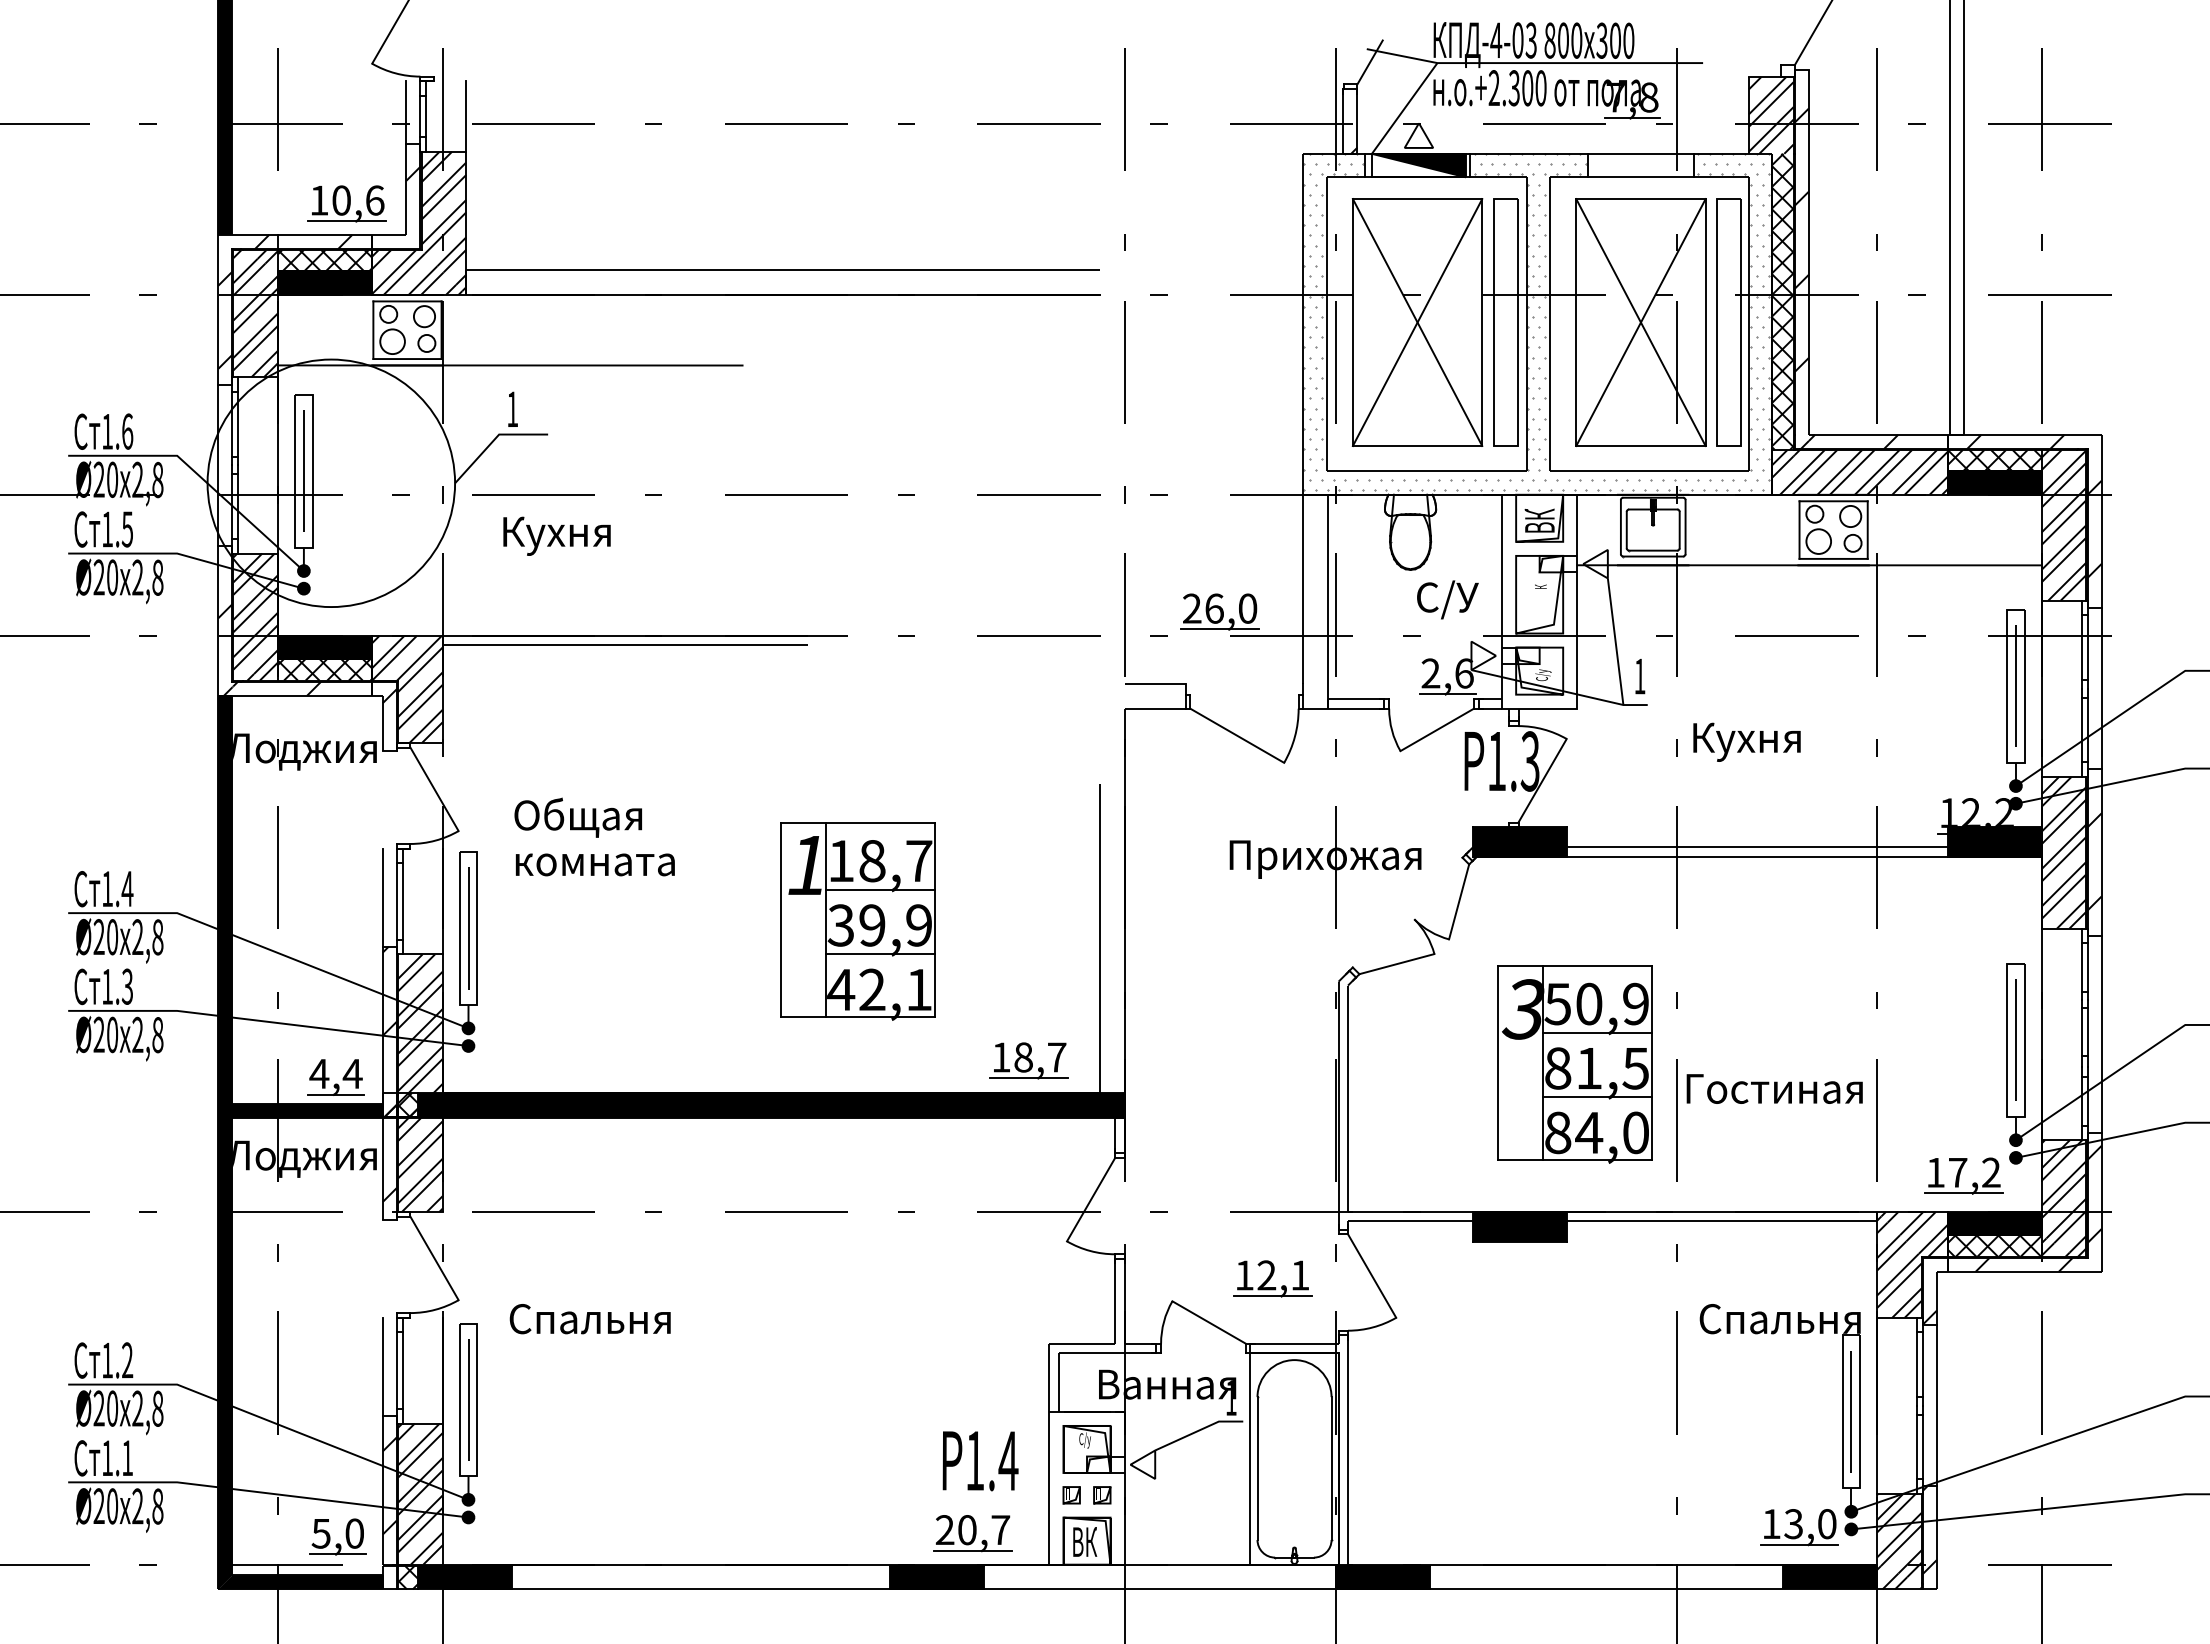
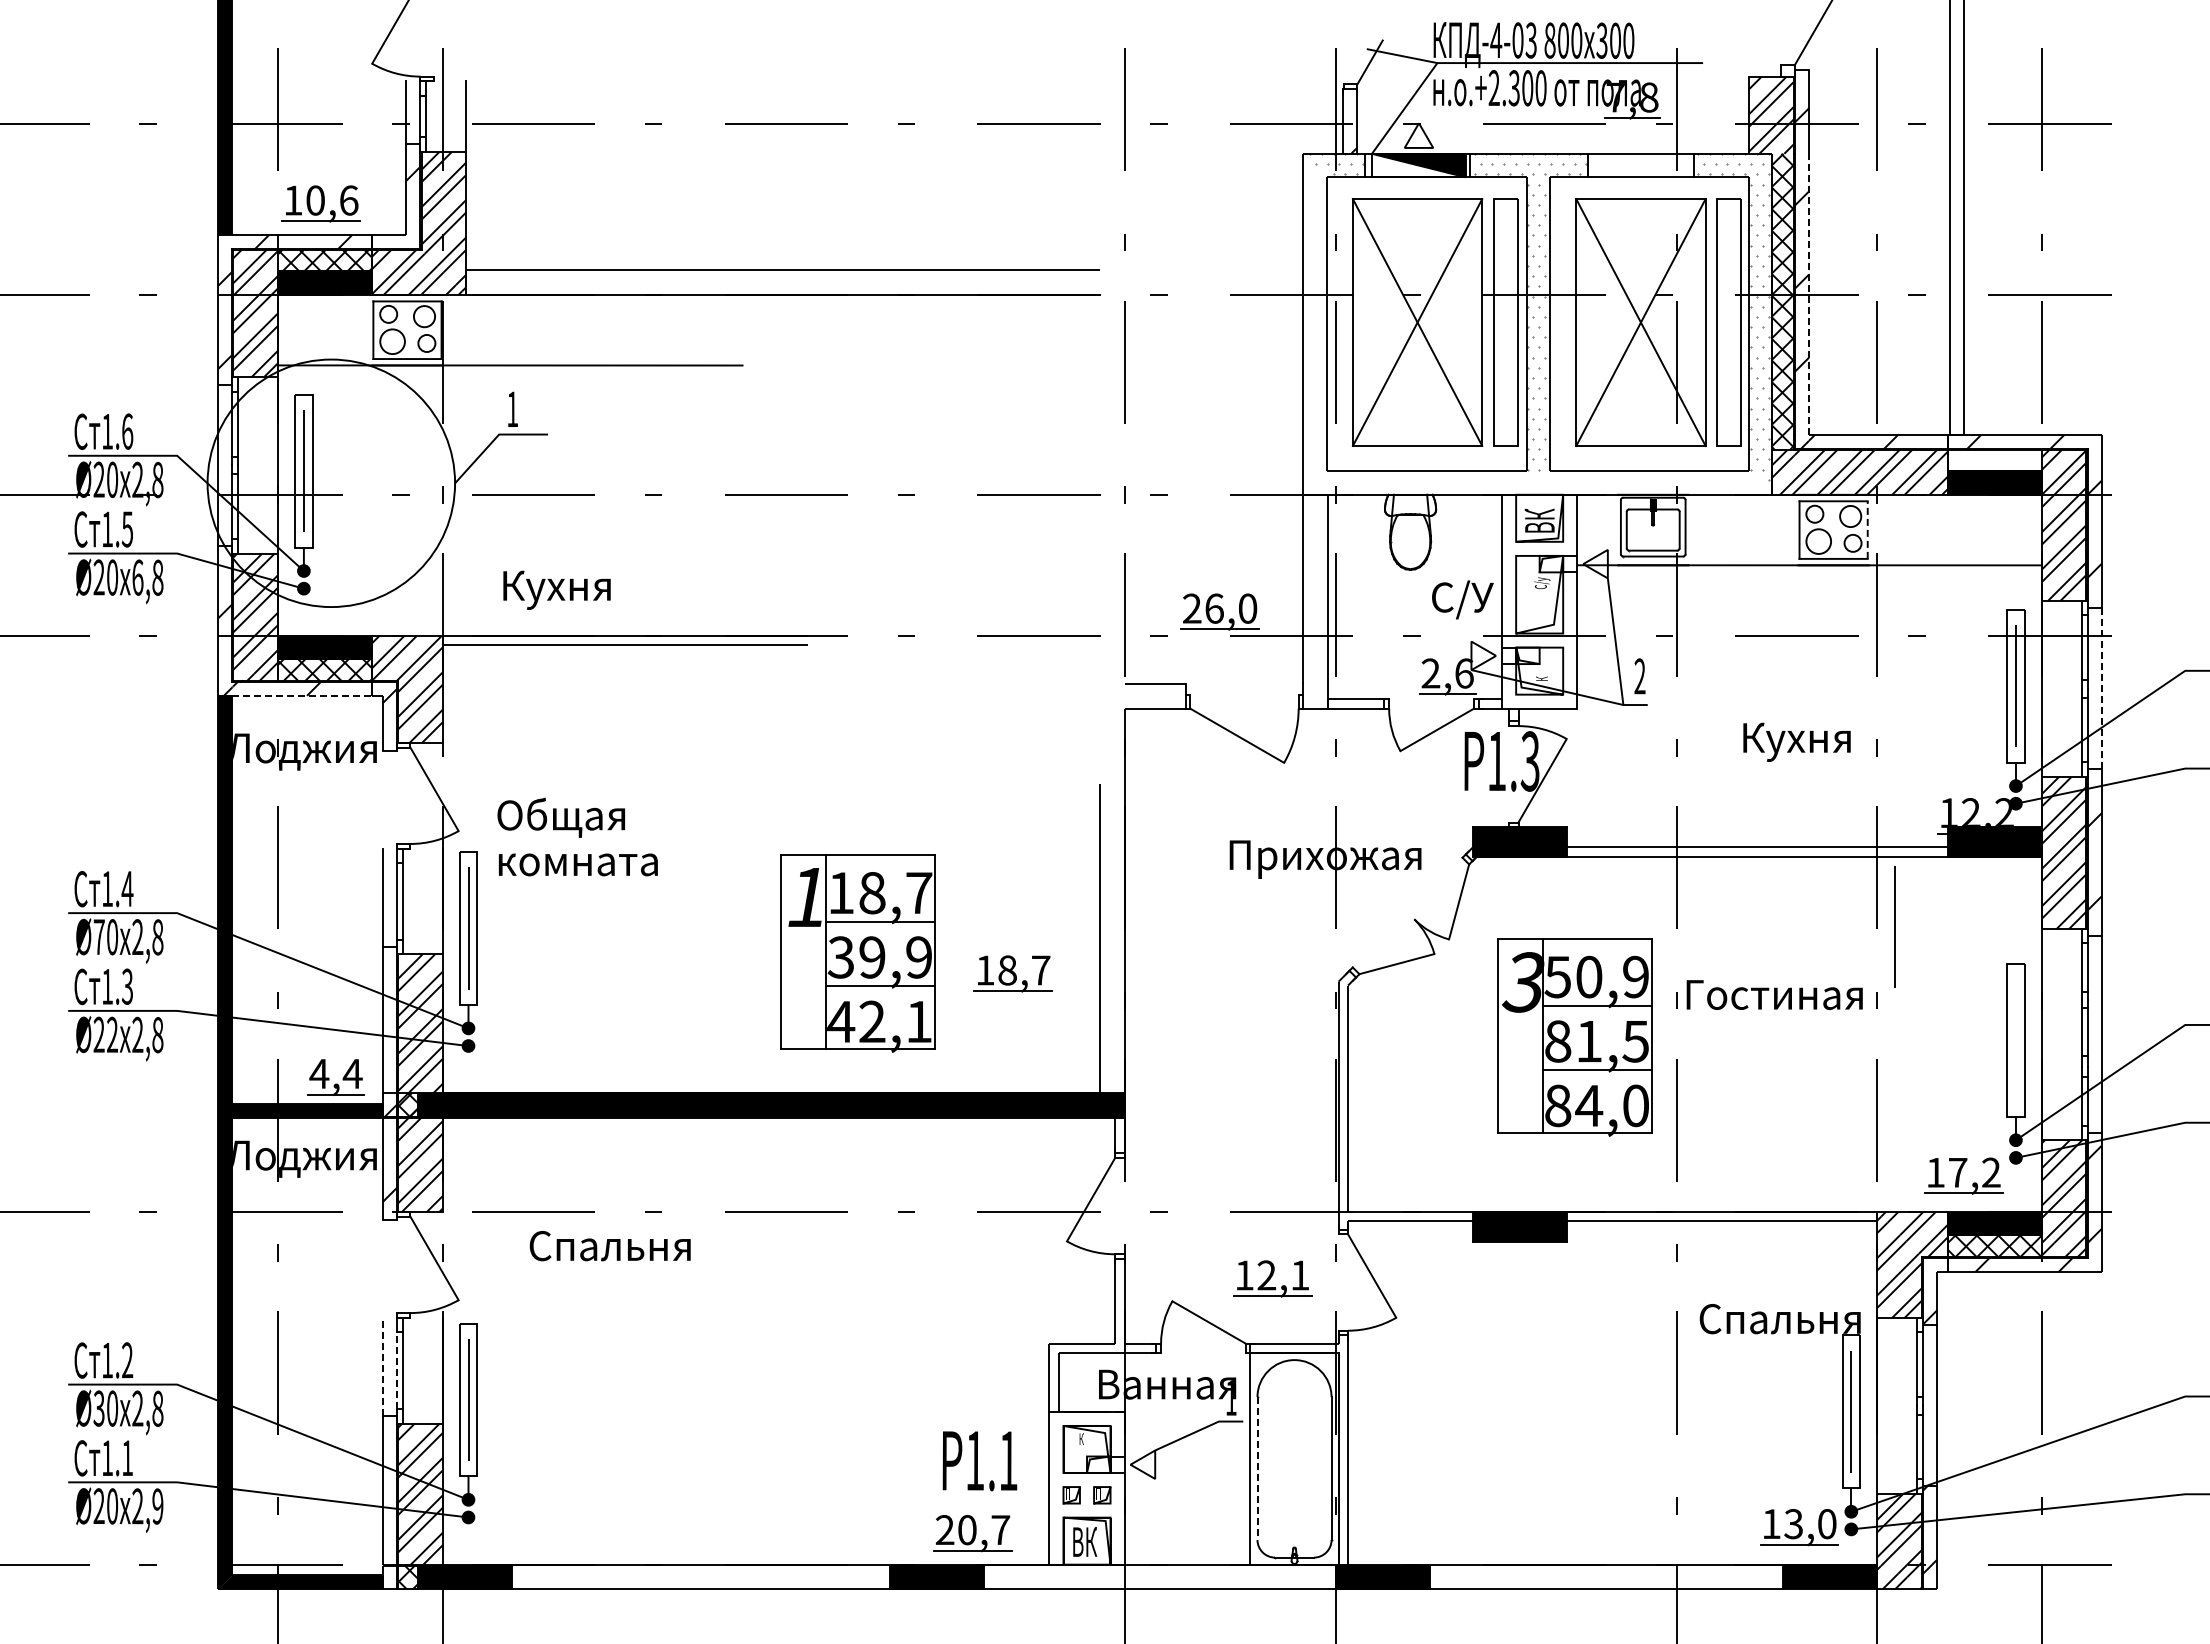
part at (346, 203) position: (346, 203) -> (320, 203)
line at (1808, 293): solid -> dashed
hatch at (1312, 326): present -> none
hatch at (1994, 460): present -> none
hatch at (1538, 484): present -> none
line at (1867, 530): solid -> dashed
text at (556, 535) position: (556, 535) -> (556, 589)
text at (137, 577): 2,8 -> 6,8
text at (1542, 583): К -> С/у
text at (1447, 599) position: (1447, 599) -> (1462, 599)
text at (1543, 675): С/у -> К
text at (1639, 675): 1 -> 2
line at (2101, 688): solid -> dashed
line at (302, 695): solid -> dashed
text at (1746, 741) position: (1746, 741) -> (1796, 741)
text at (594, 836) position: (594, 836) -> (577, 836)
part at (857, 921) position: (857, 921) -> (857, 953)
text at (98, 936): Ø20 -> Ø70
hatch at (389, 1031): present -> none
text at (112, 1034): Ø20 -> Ø22
line at (2015, 1039) position: (2015, 1039) -> (1894, 926)
part at (1028, 1060) position: (1028, 1060) -> (1012, 973)
part at (1574, 1064) position: (1574, 1064) -> (1574, 1037)
text at (1774, 1088) position: (1774, 1088) -> (1774, 994)
text at (589, 1319) position: (589, 1319) -> (609, 1246)
line at (382, 1366): solid -> dashed
line at (396, 1370): solid -> dashed
text at (98, 1408): Ø20 -> Ø30
text at (1084, 1440): С/у -> К
text at (1008, 1460): 1.4 -> 1.1
line at (1257, 1469): solid -> dashed
hatch at (389, 1485): present -> none
text at (157, 1506): 2,8 -> 2,9
part at (330, 1536): present -> none
